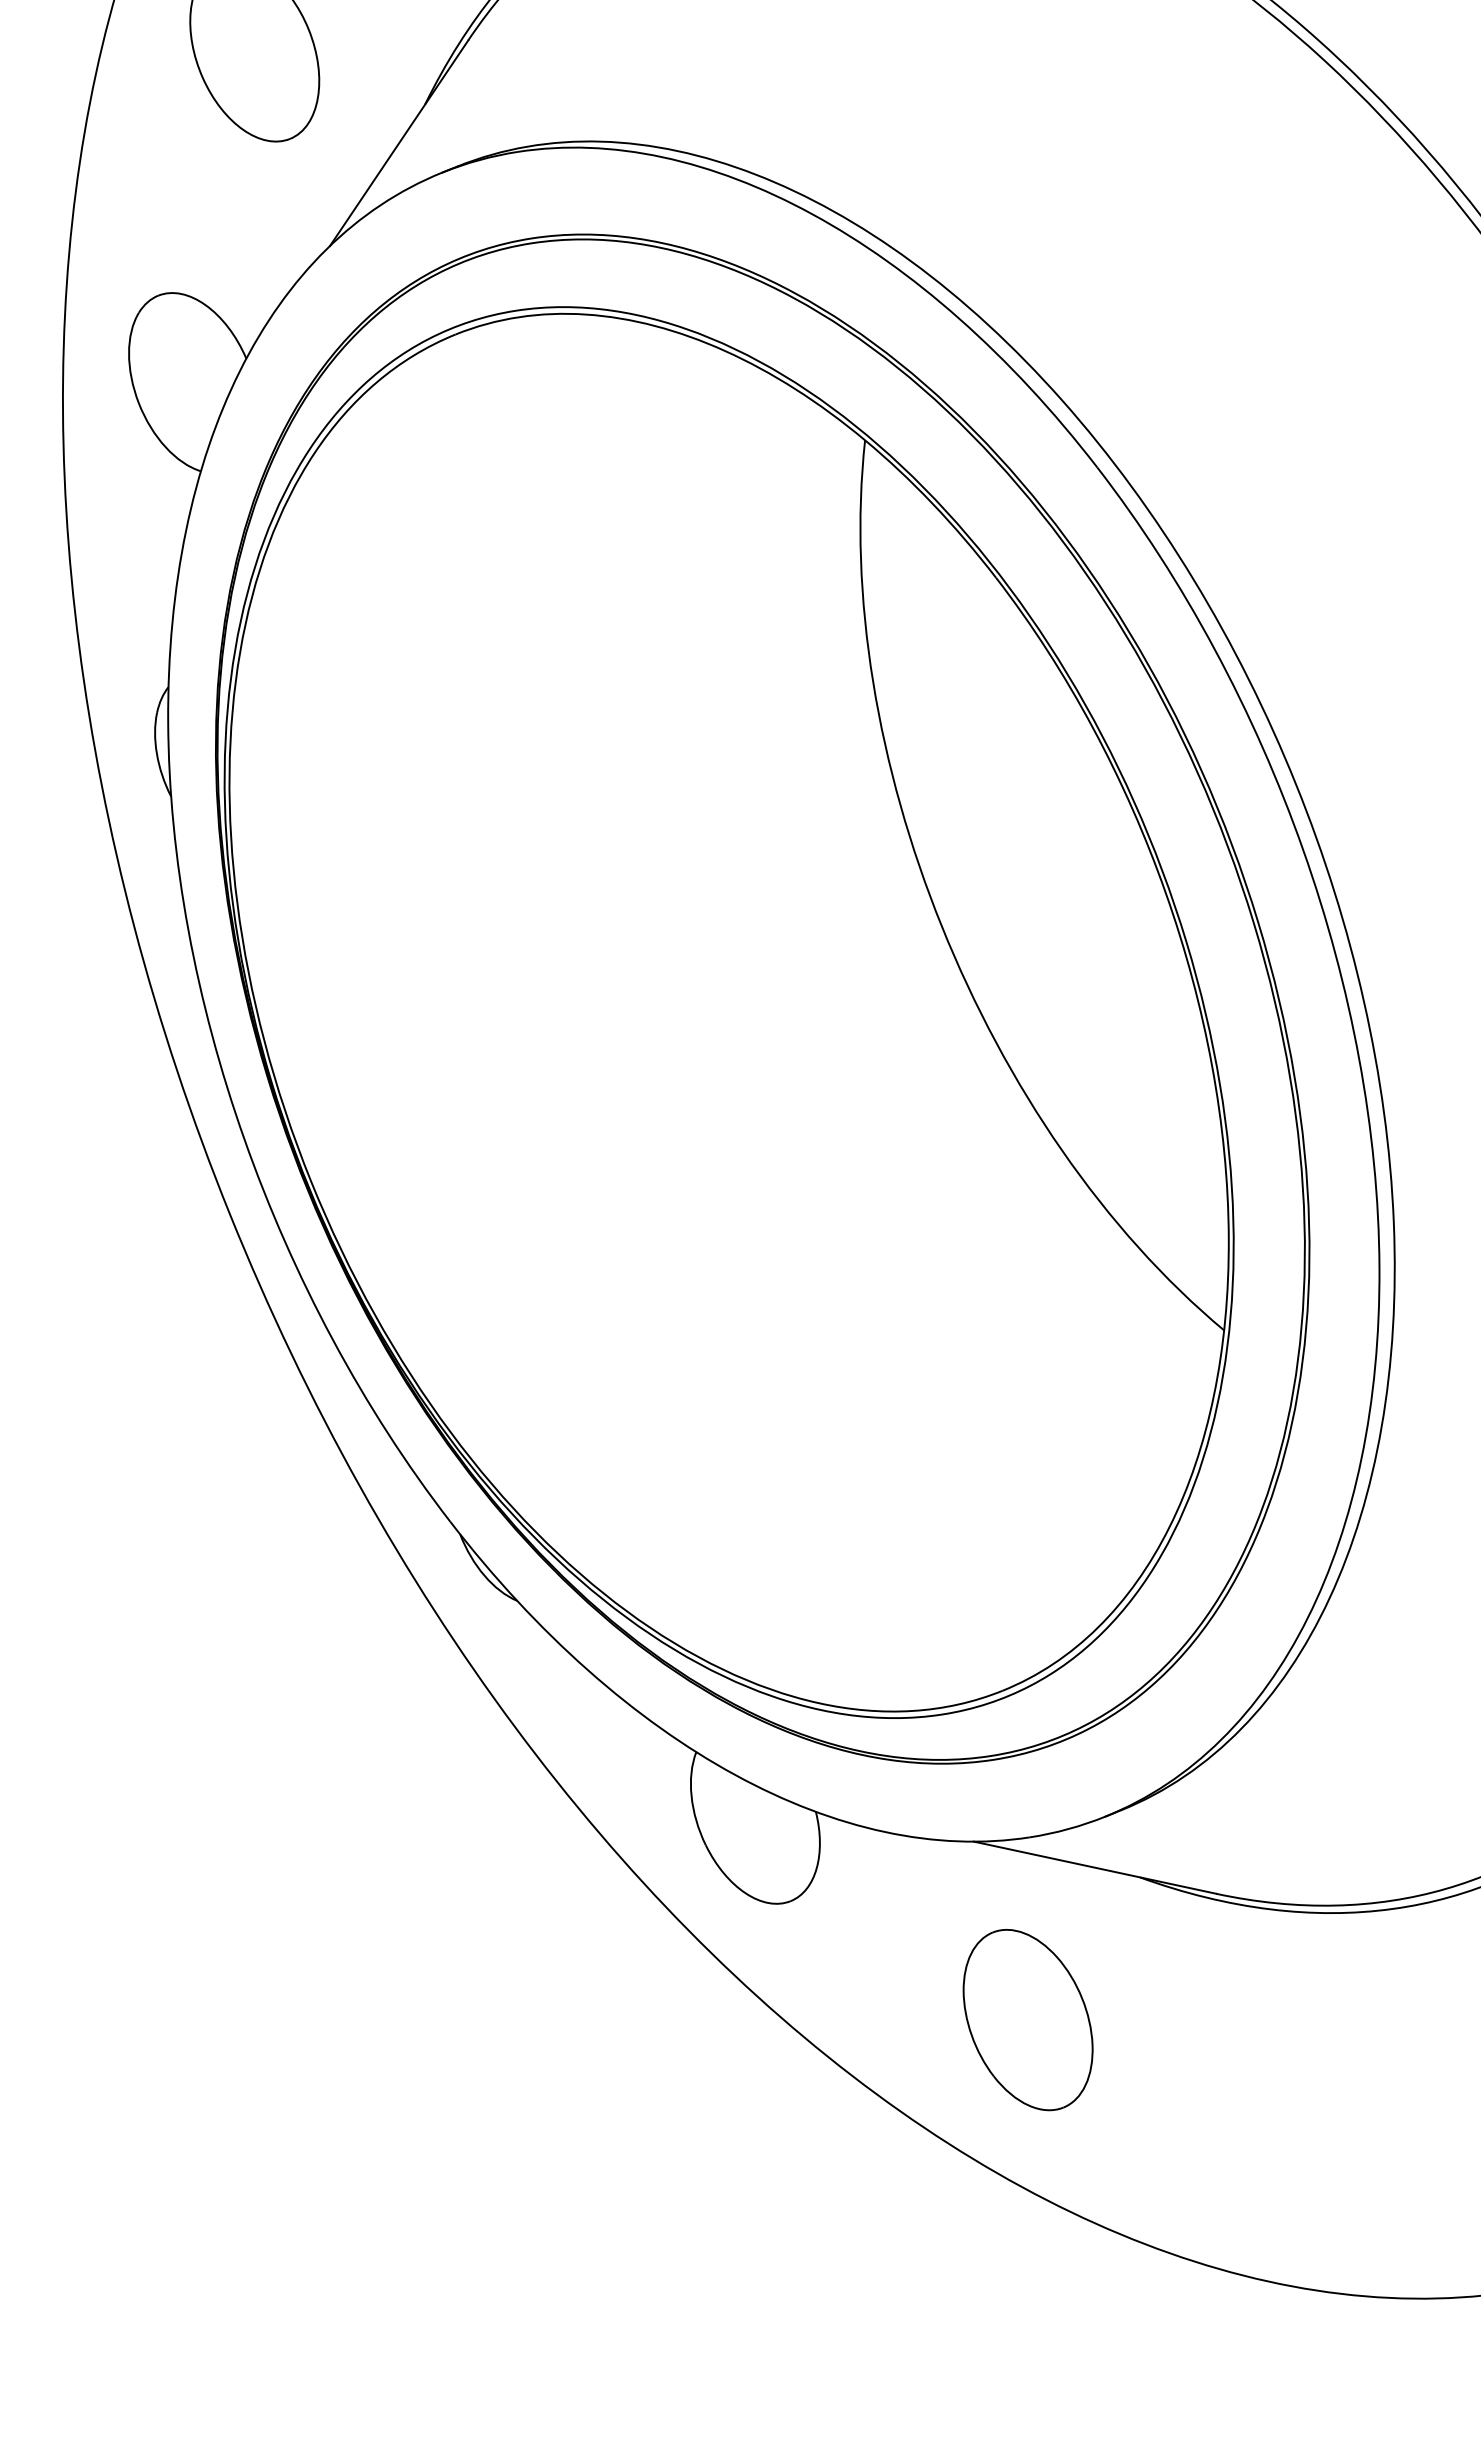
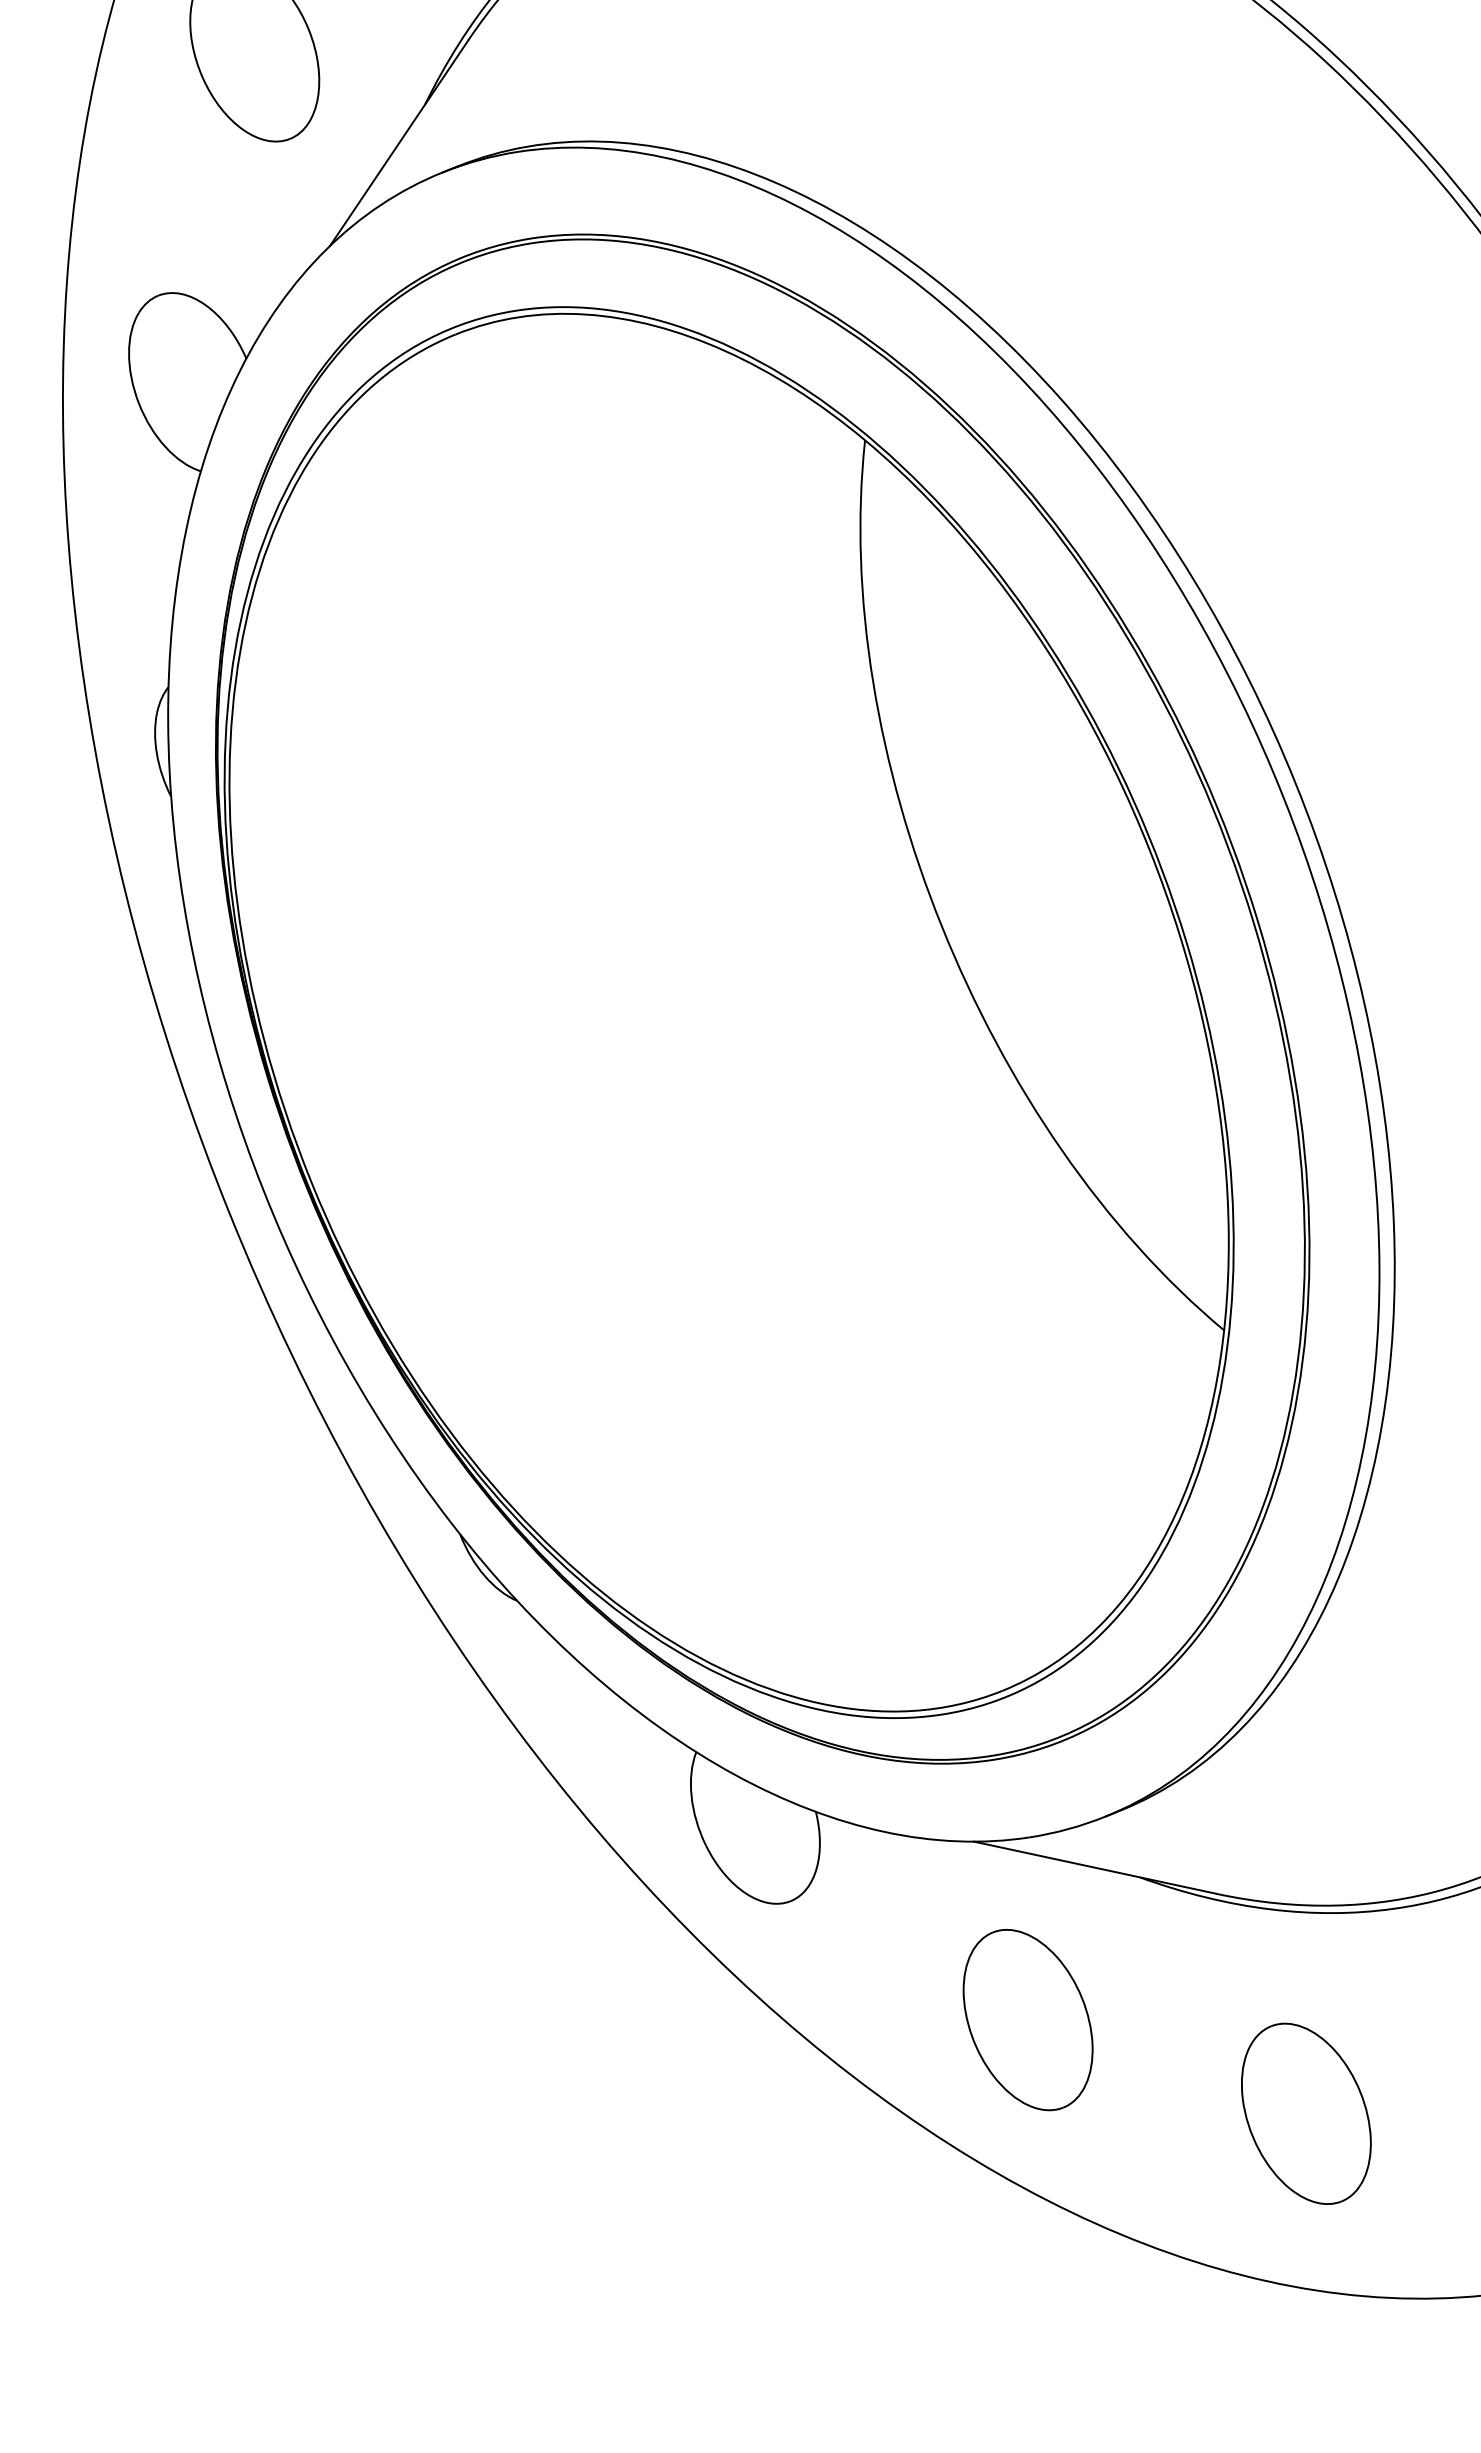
part at (1306, 2113): none -> present
